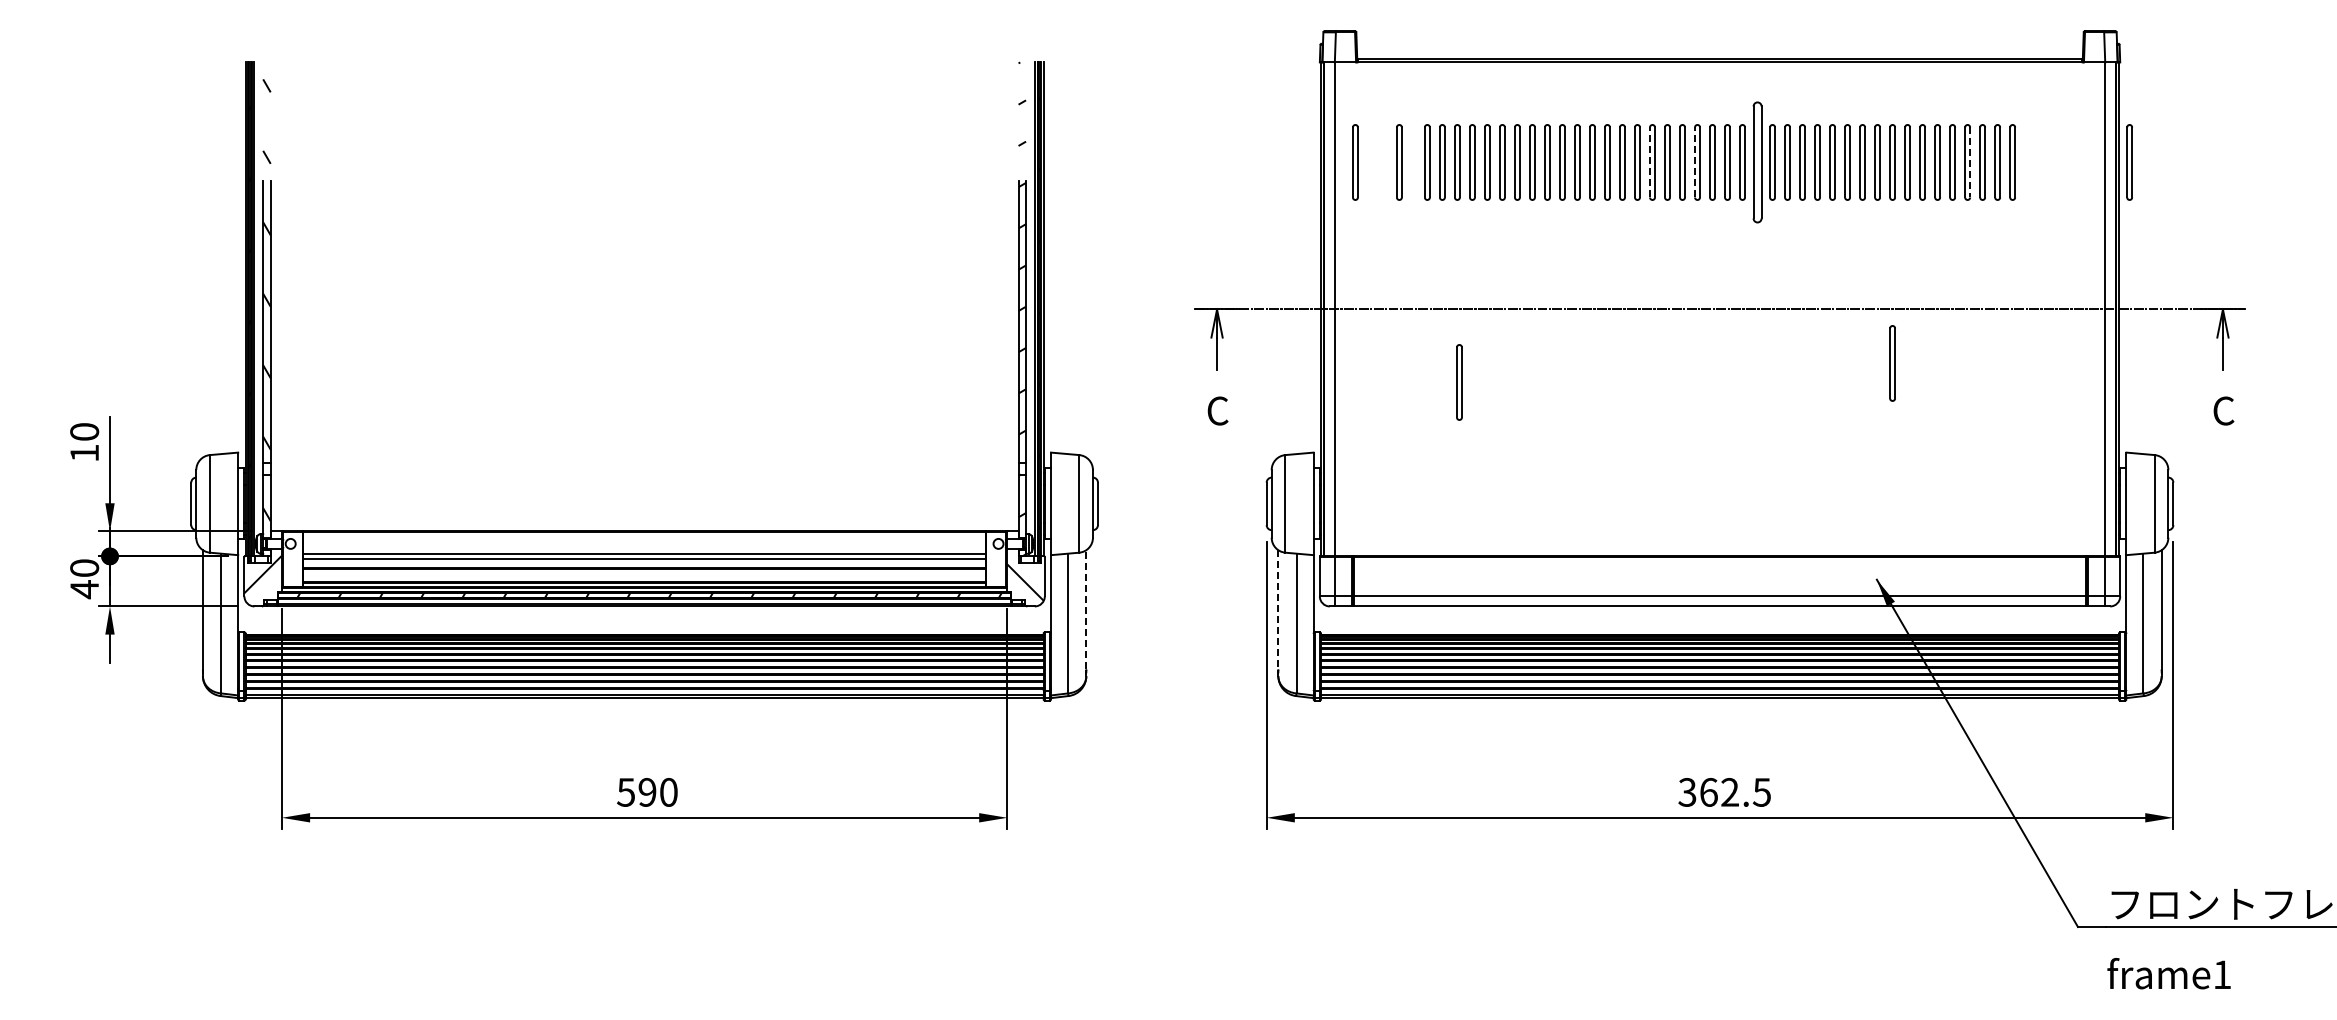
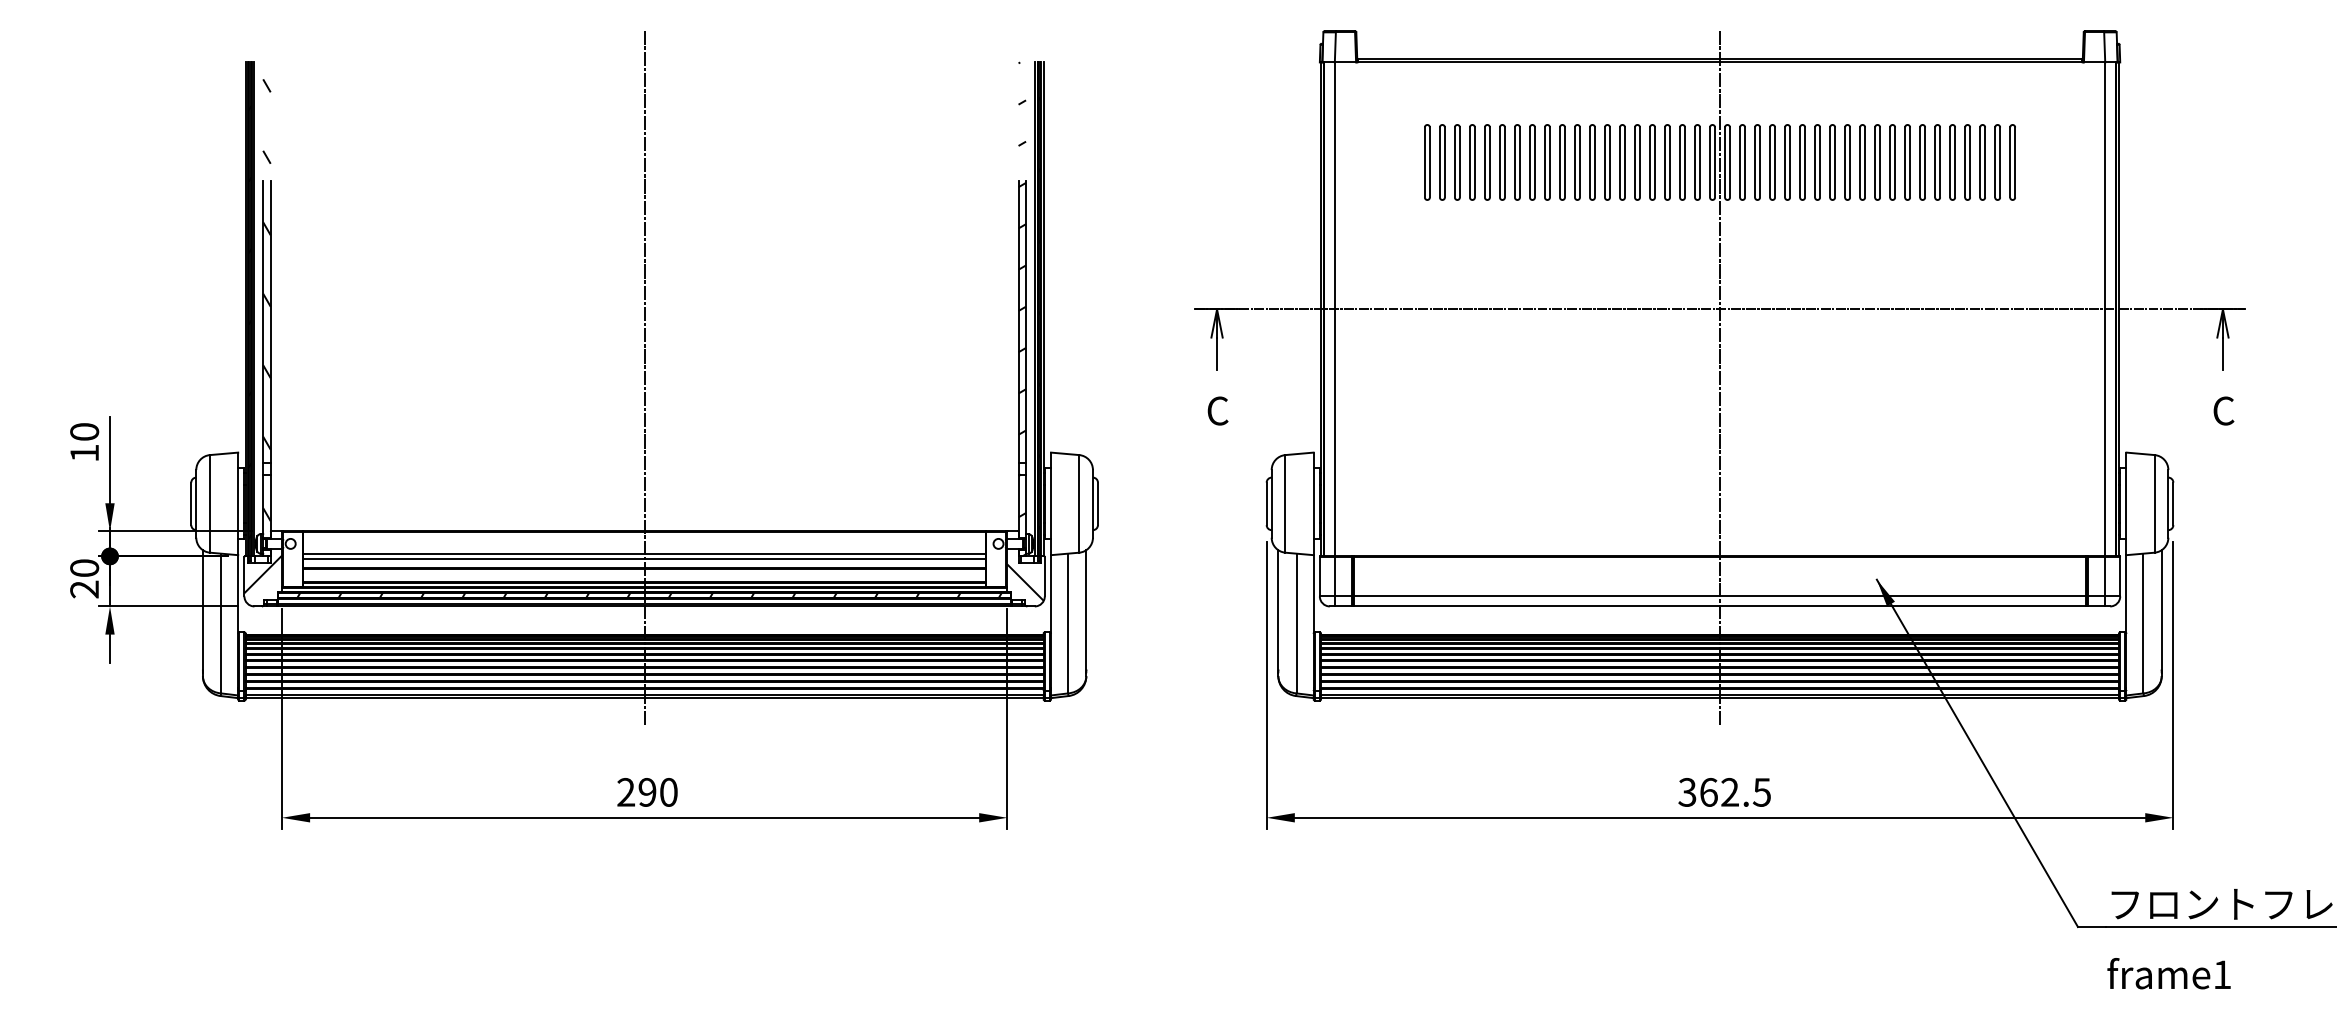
line at (1650, 161): dashed -> solid
line at (1695, 161): dashed -> solid
part at (1355, 162): present -> none
part at (1399, 162): present -> none
part at (1757, 162) size: 11x123 px -> 7x77 px
line at (1970, 162): dashed -> solid
part at (2129, 162): present -> none
part at (1892, 363): present -> none
line at (644, 378): none -> present
line at (1720, 378): none -> present
part at (1459, 382): present -> none
text at (84, 589): 40 -> 20
line at (1086, 609): dashed -> solid
line at (1278, 609): dashed -> solid
text at (625, 792): 590 -> 290
